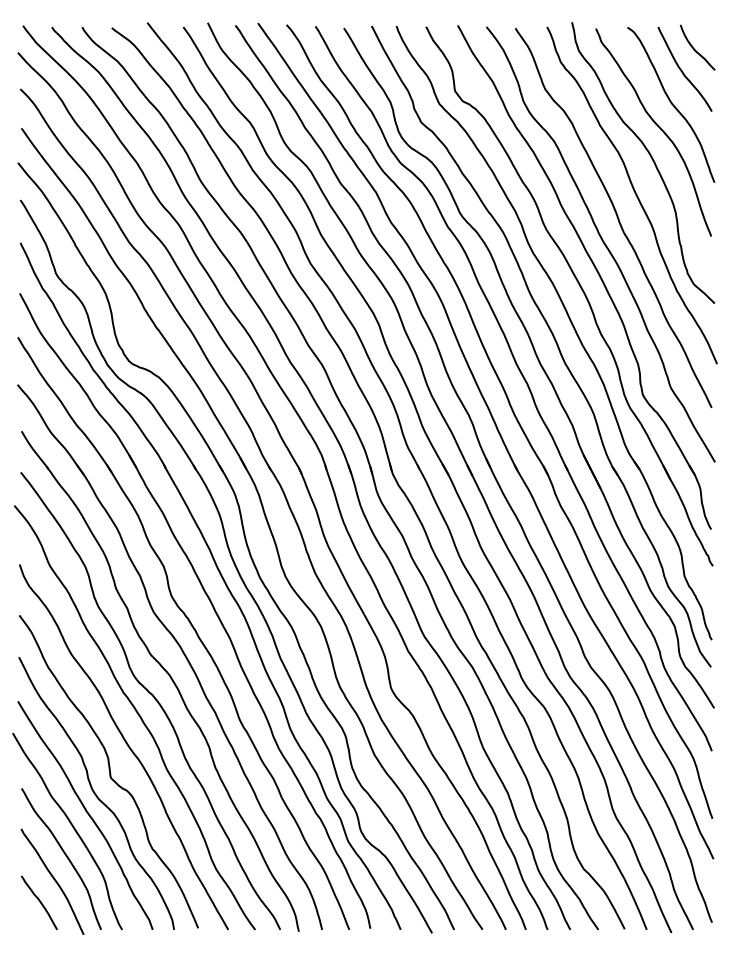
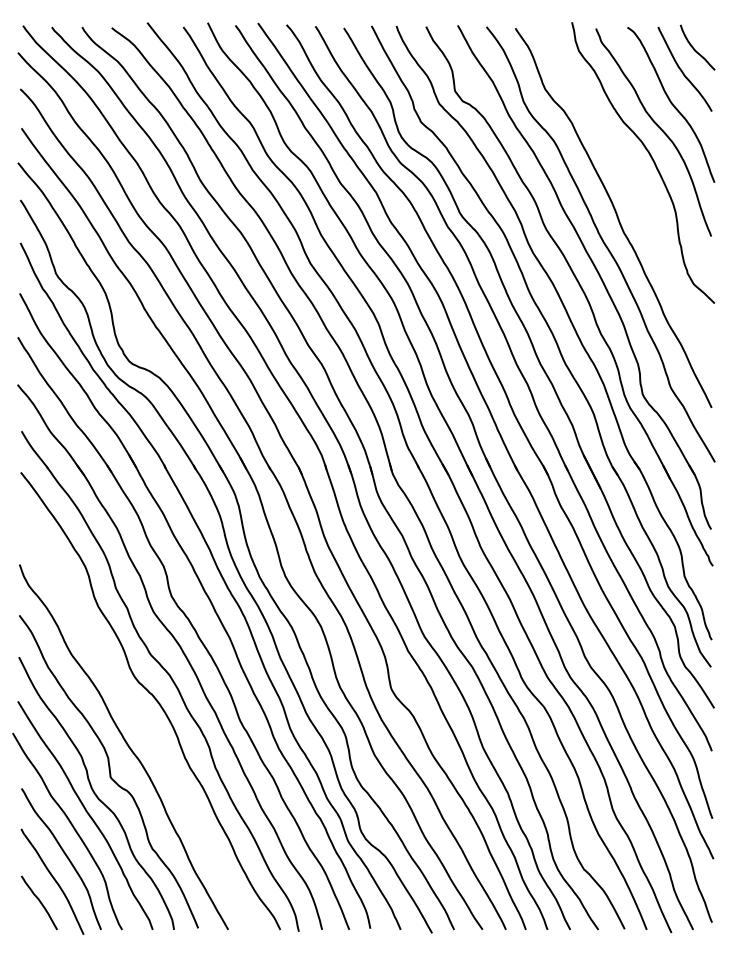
curve at (634, 193): present -> none
curve at (138, 716): present -> none
